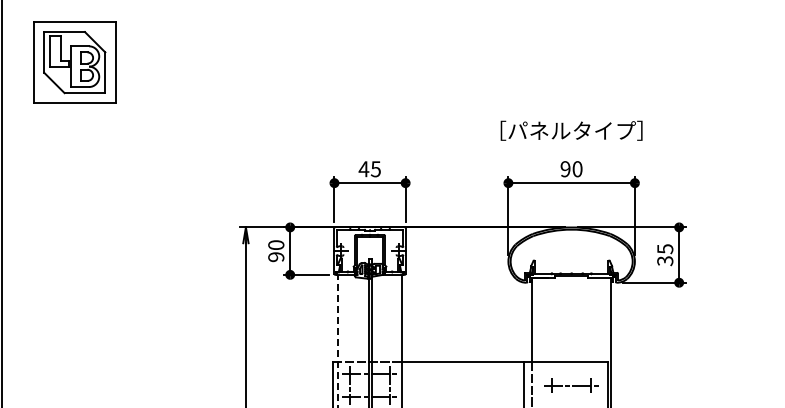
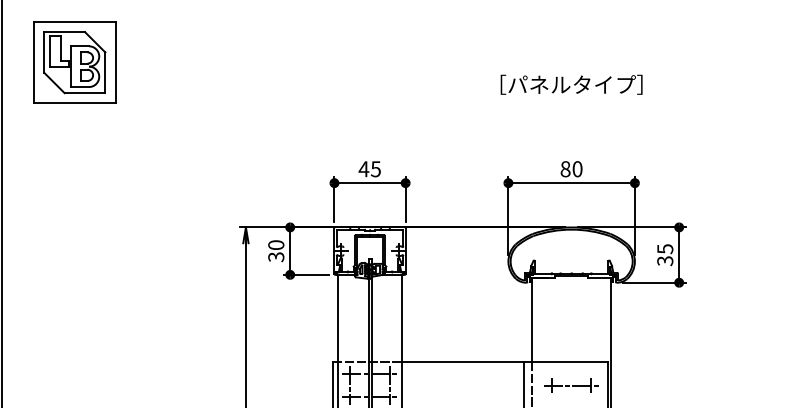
text at (571, 130) position: (571, 130) -> (571, 84)
text at (565, 169): 90 -> 80
text at (276, 257): 90 -> 30
line at (338, 340): dashed -> solid
